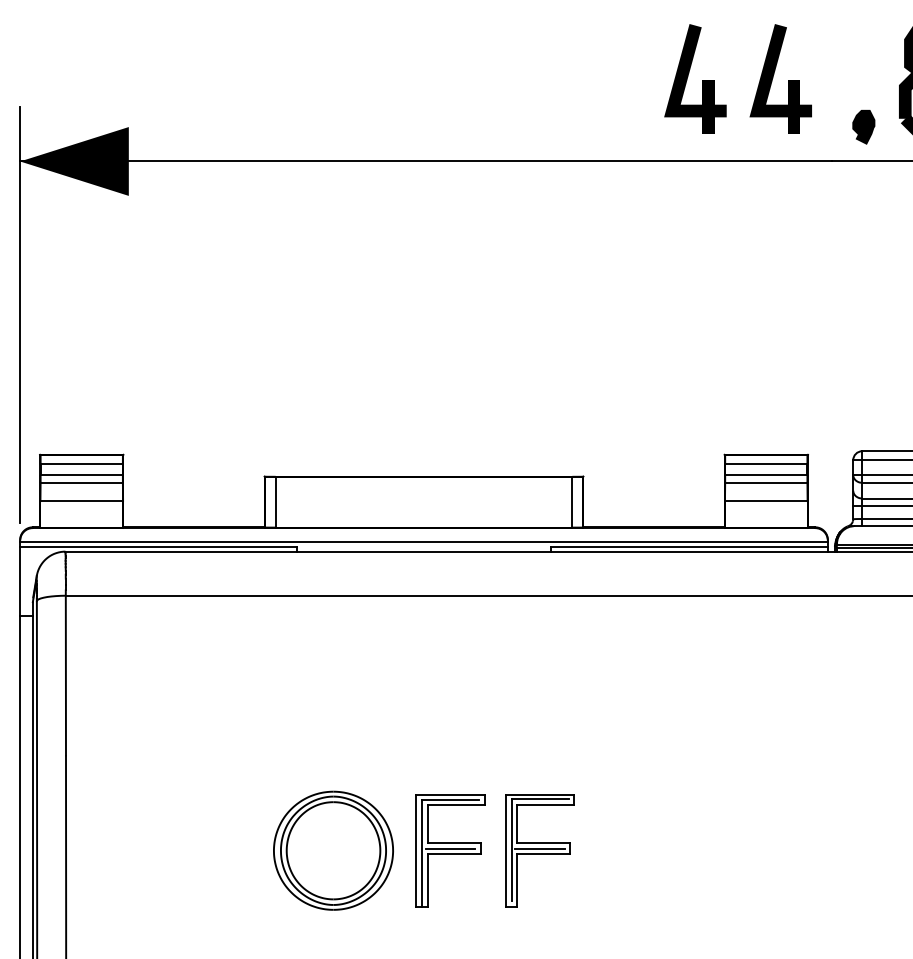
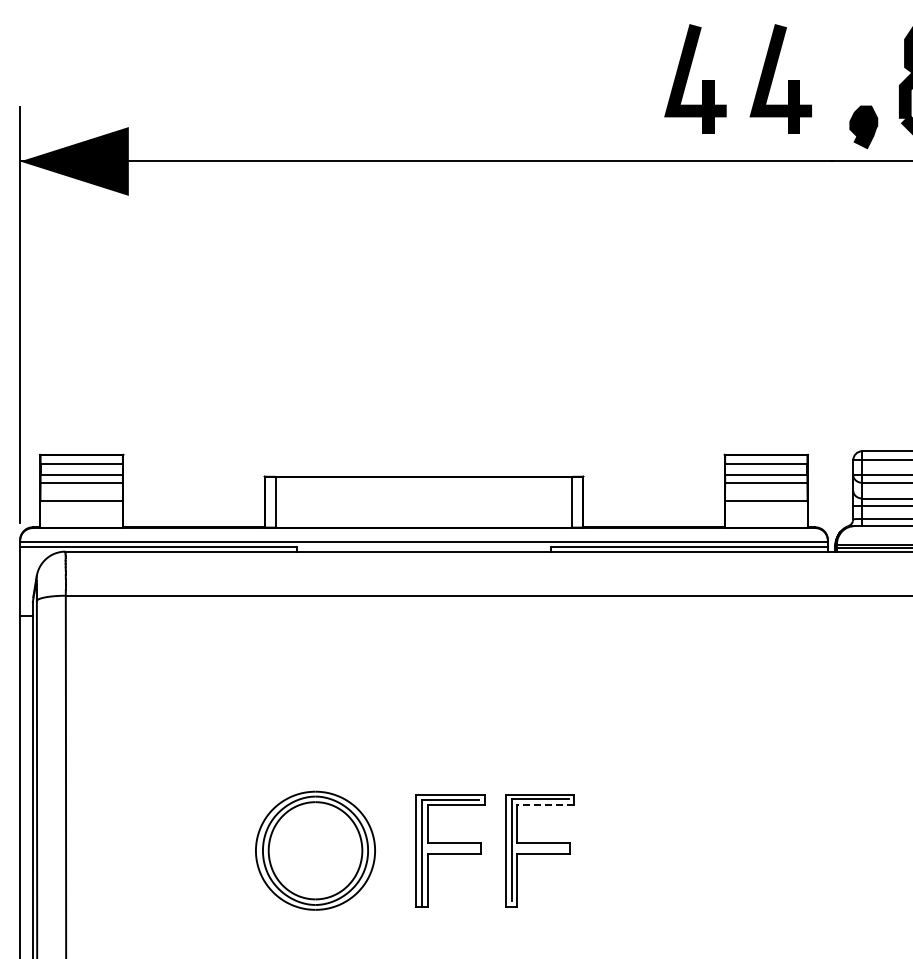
part at (863, 126) size: 24x36 px -> 30x45 px
line at (545, 805): solid -> dashed
line at (450, 848): present -> none
line at (539, 848): present -> none
part at (333, 850) position: (333, 850) -> (315, 850)
